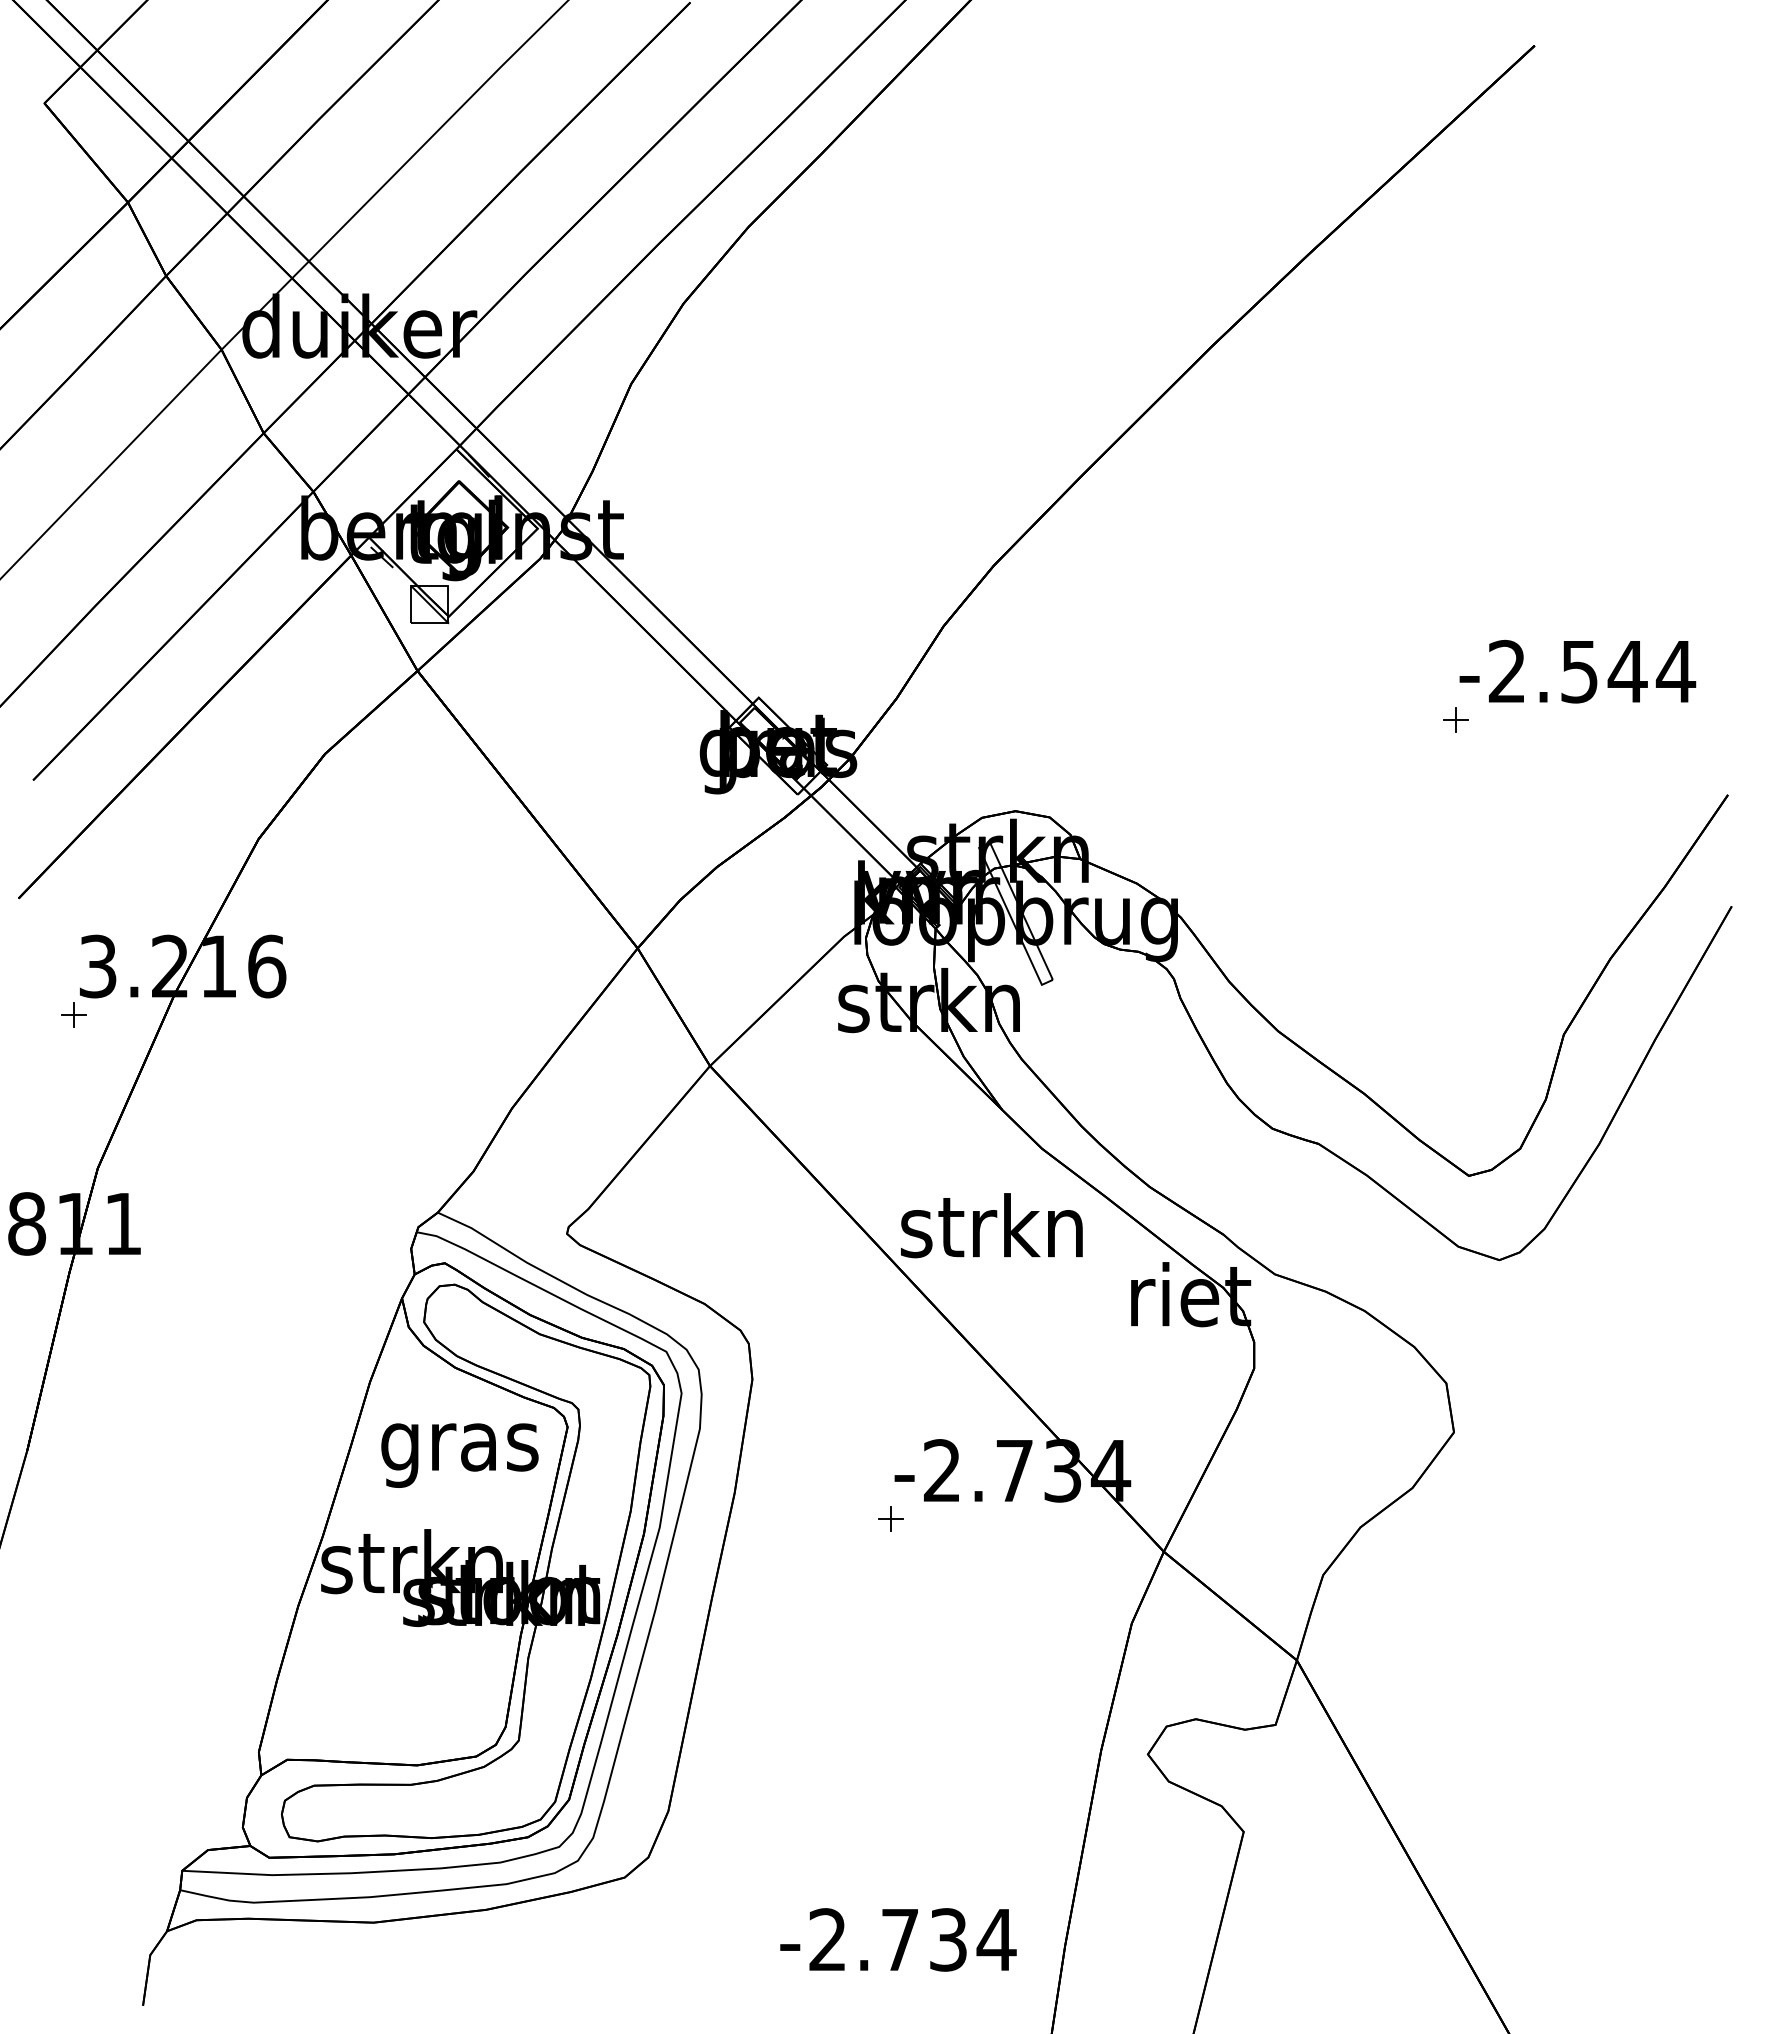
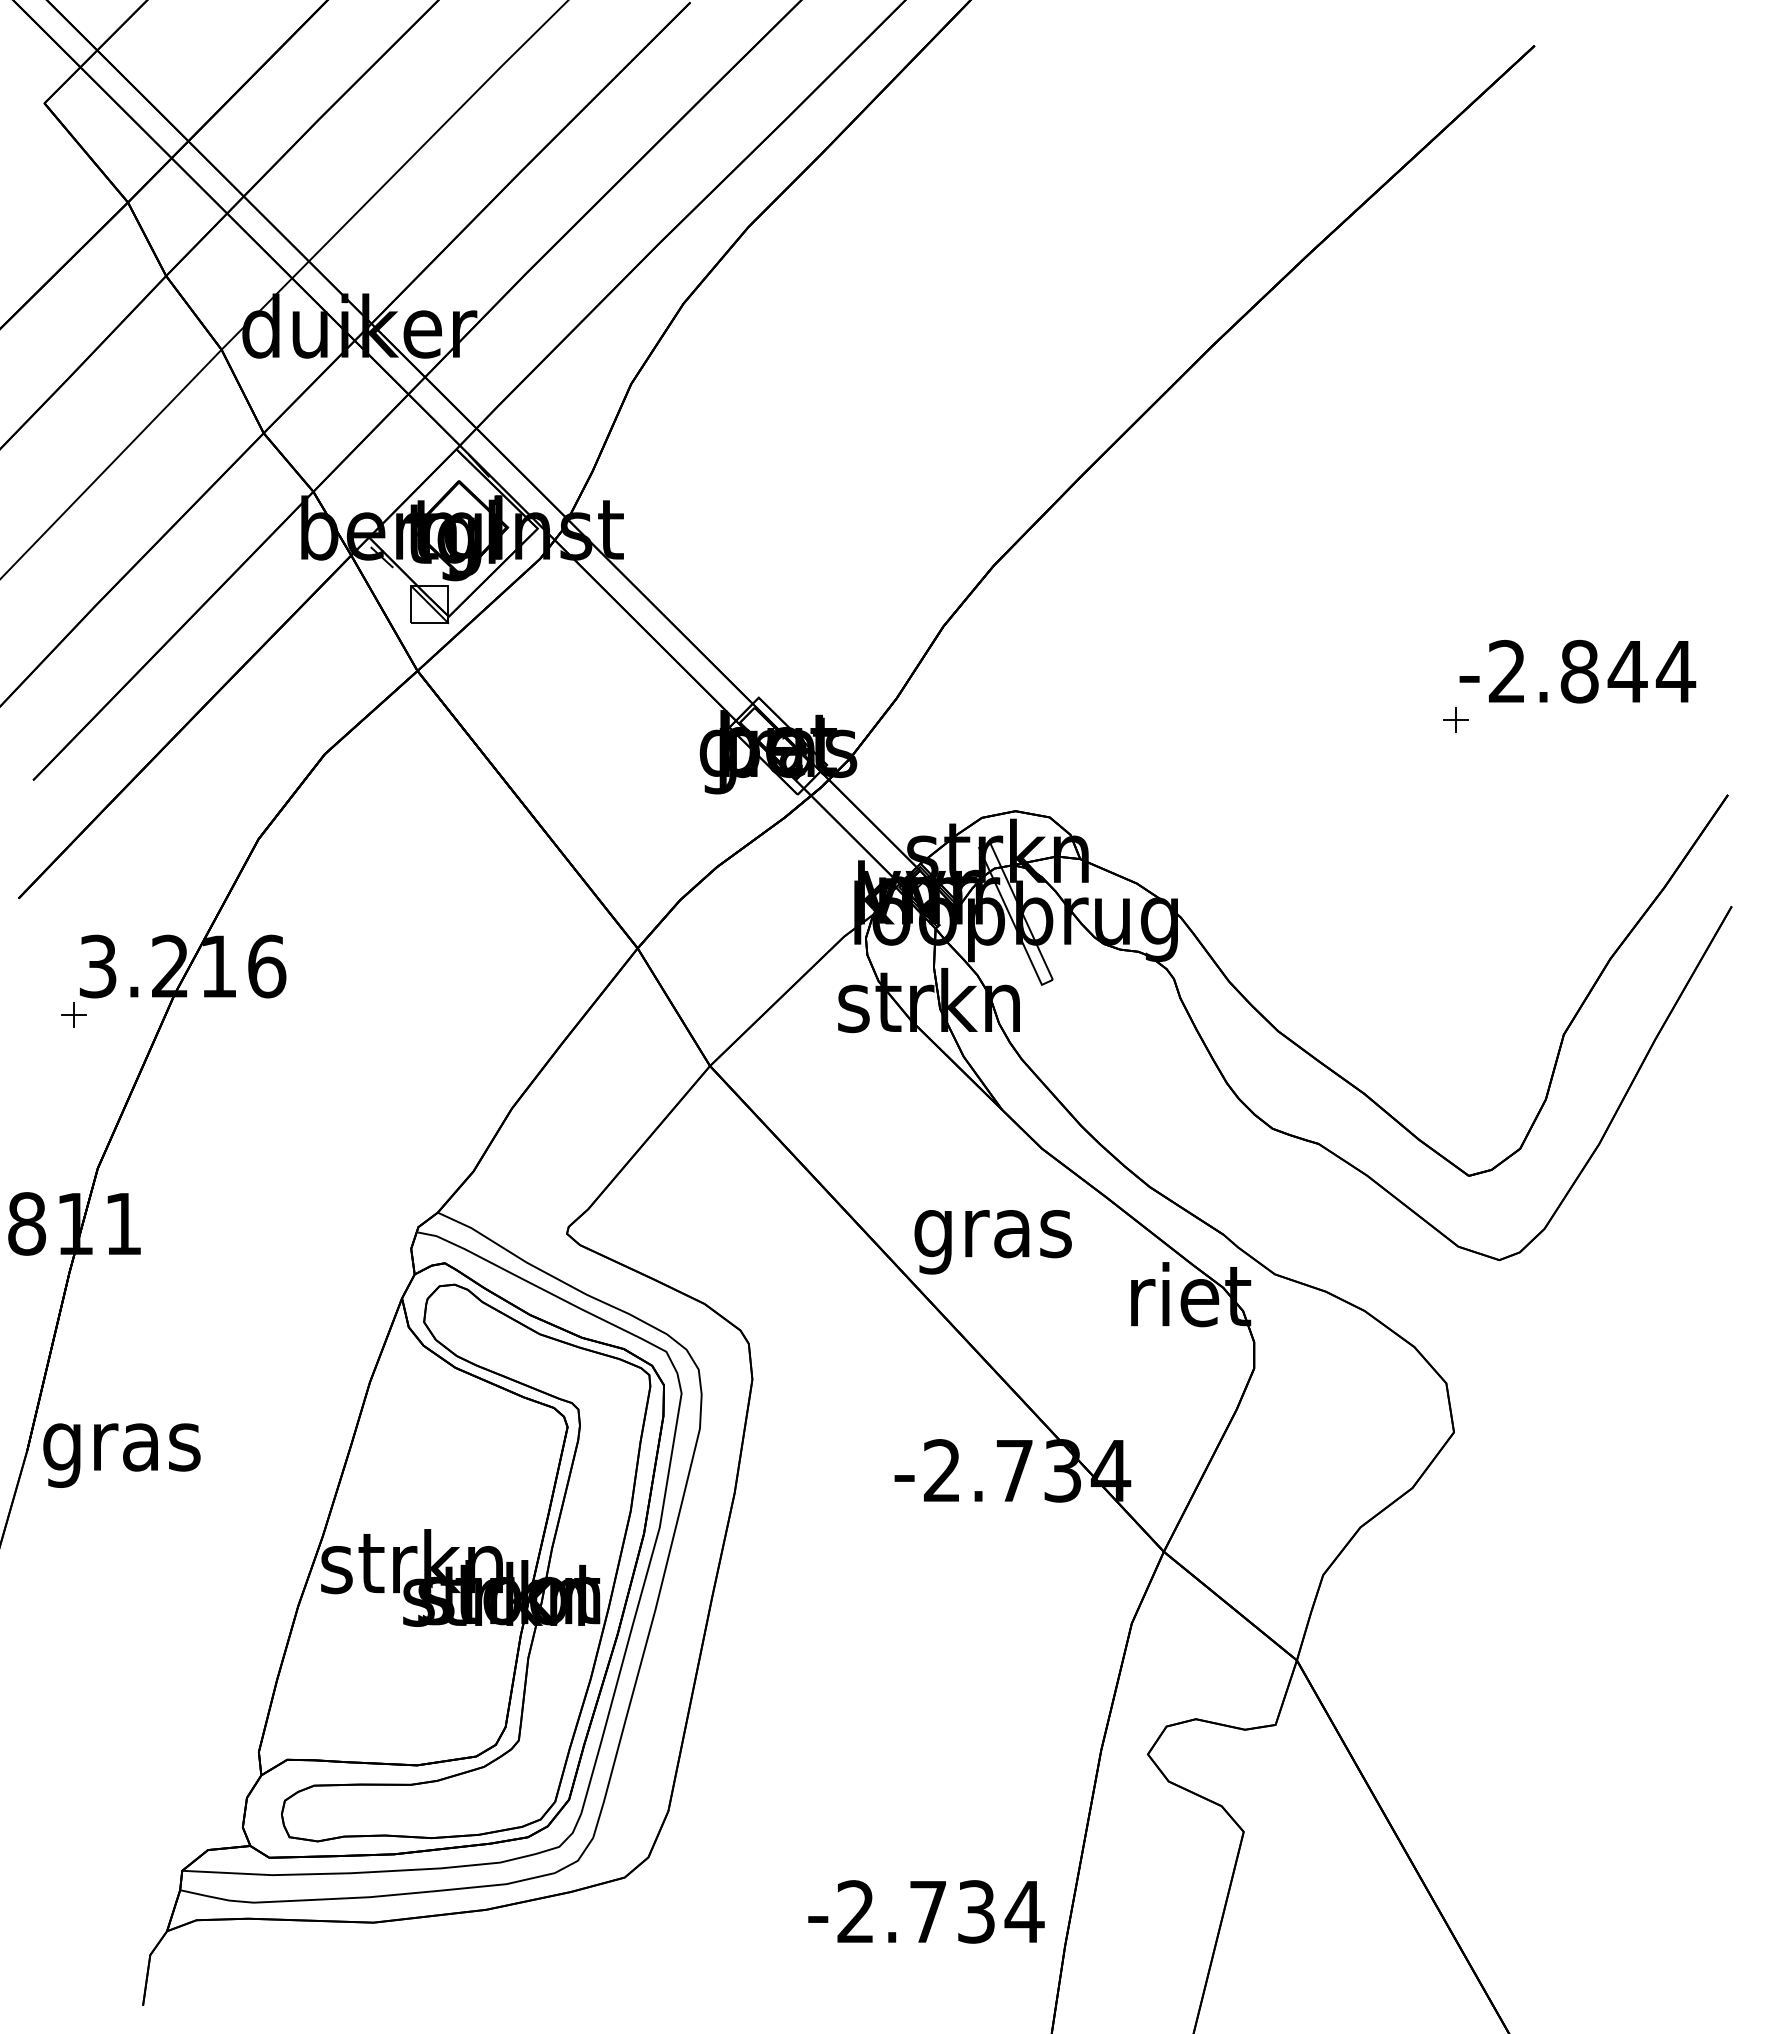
text at (1579, 671): -2.544 -> -2.844
text at (991, 1233): strkn -> gras
text at (459, 1455) position: (459, 1455) -> (121, 1455)
part at (890, 1518): present -> none
text at (898, 1939) position: (898, 1939) -> (926, 1911)
